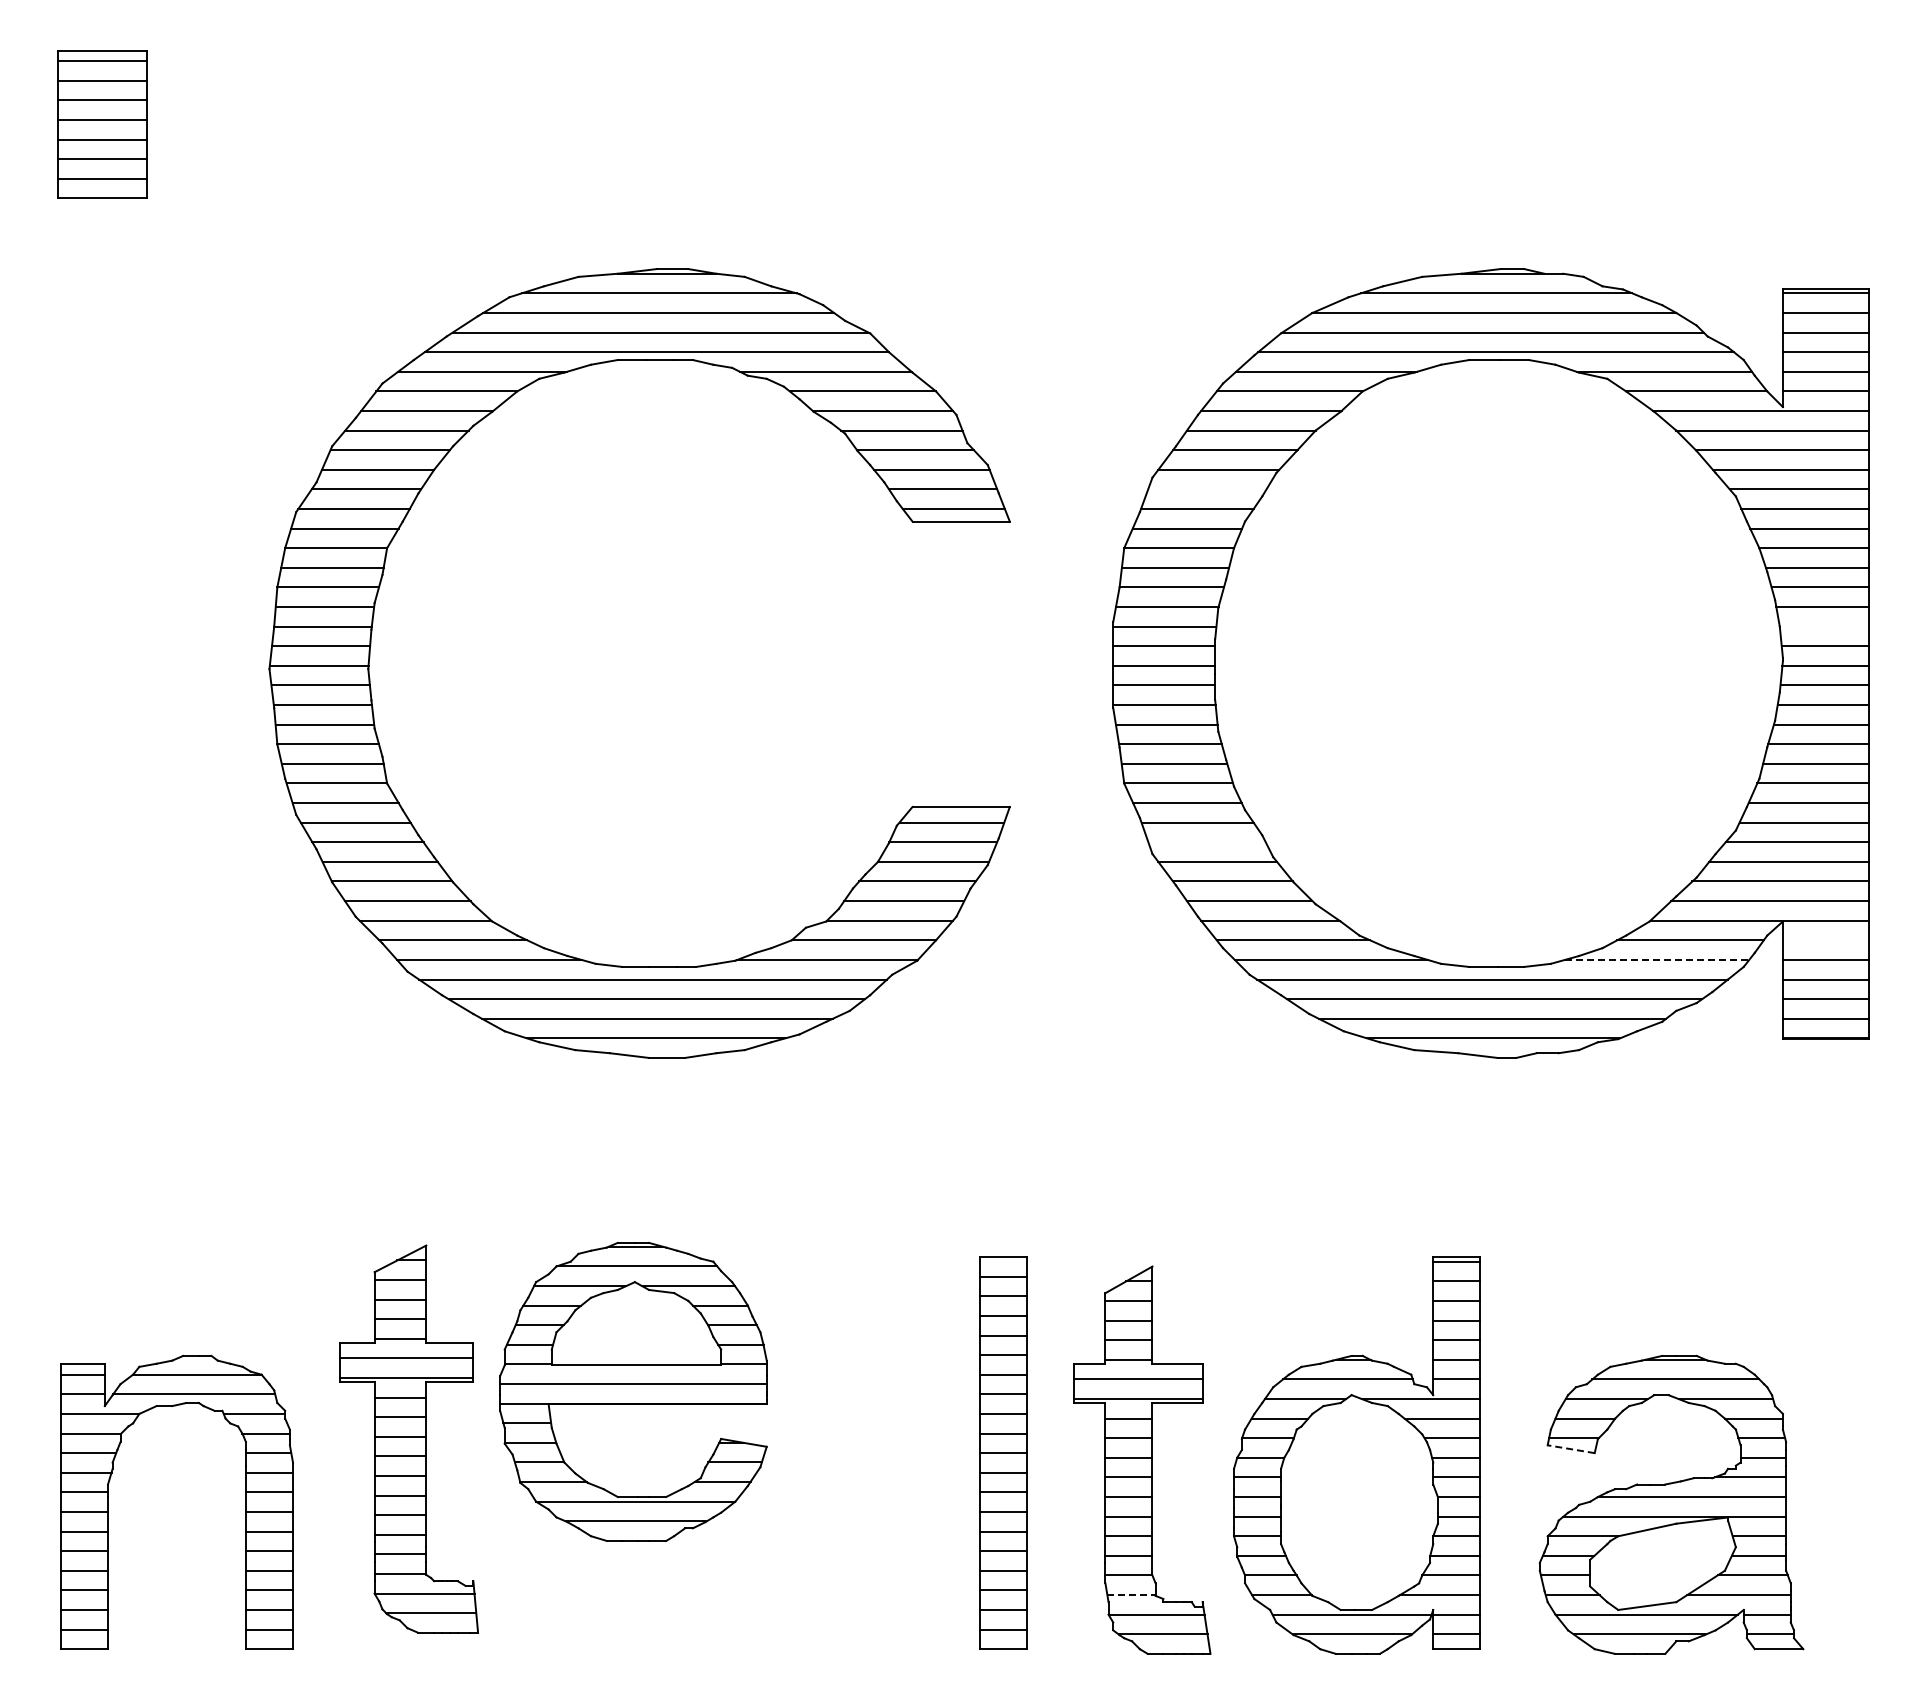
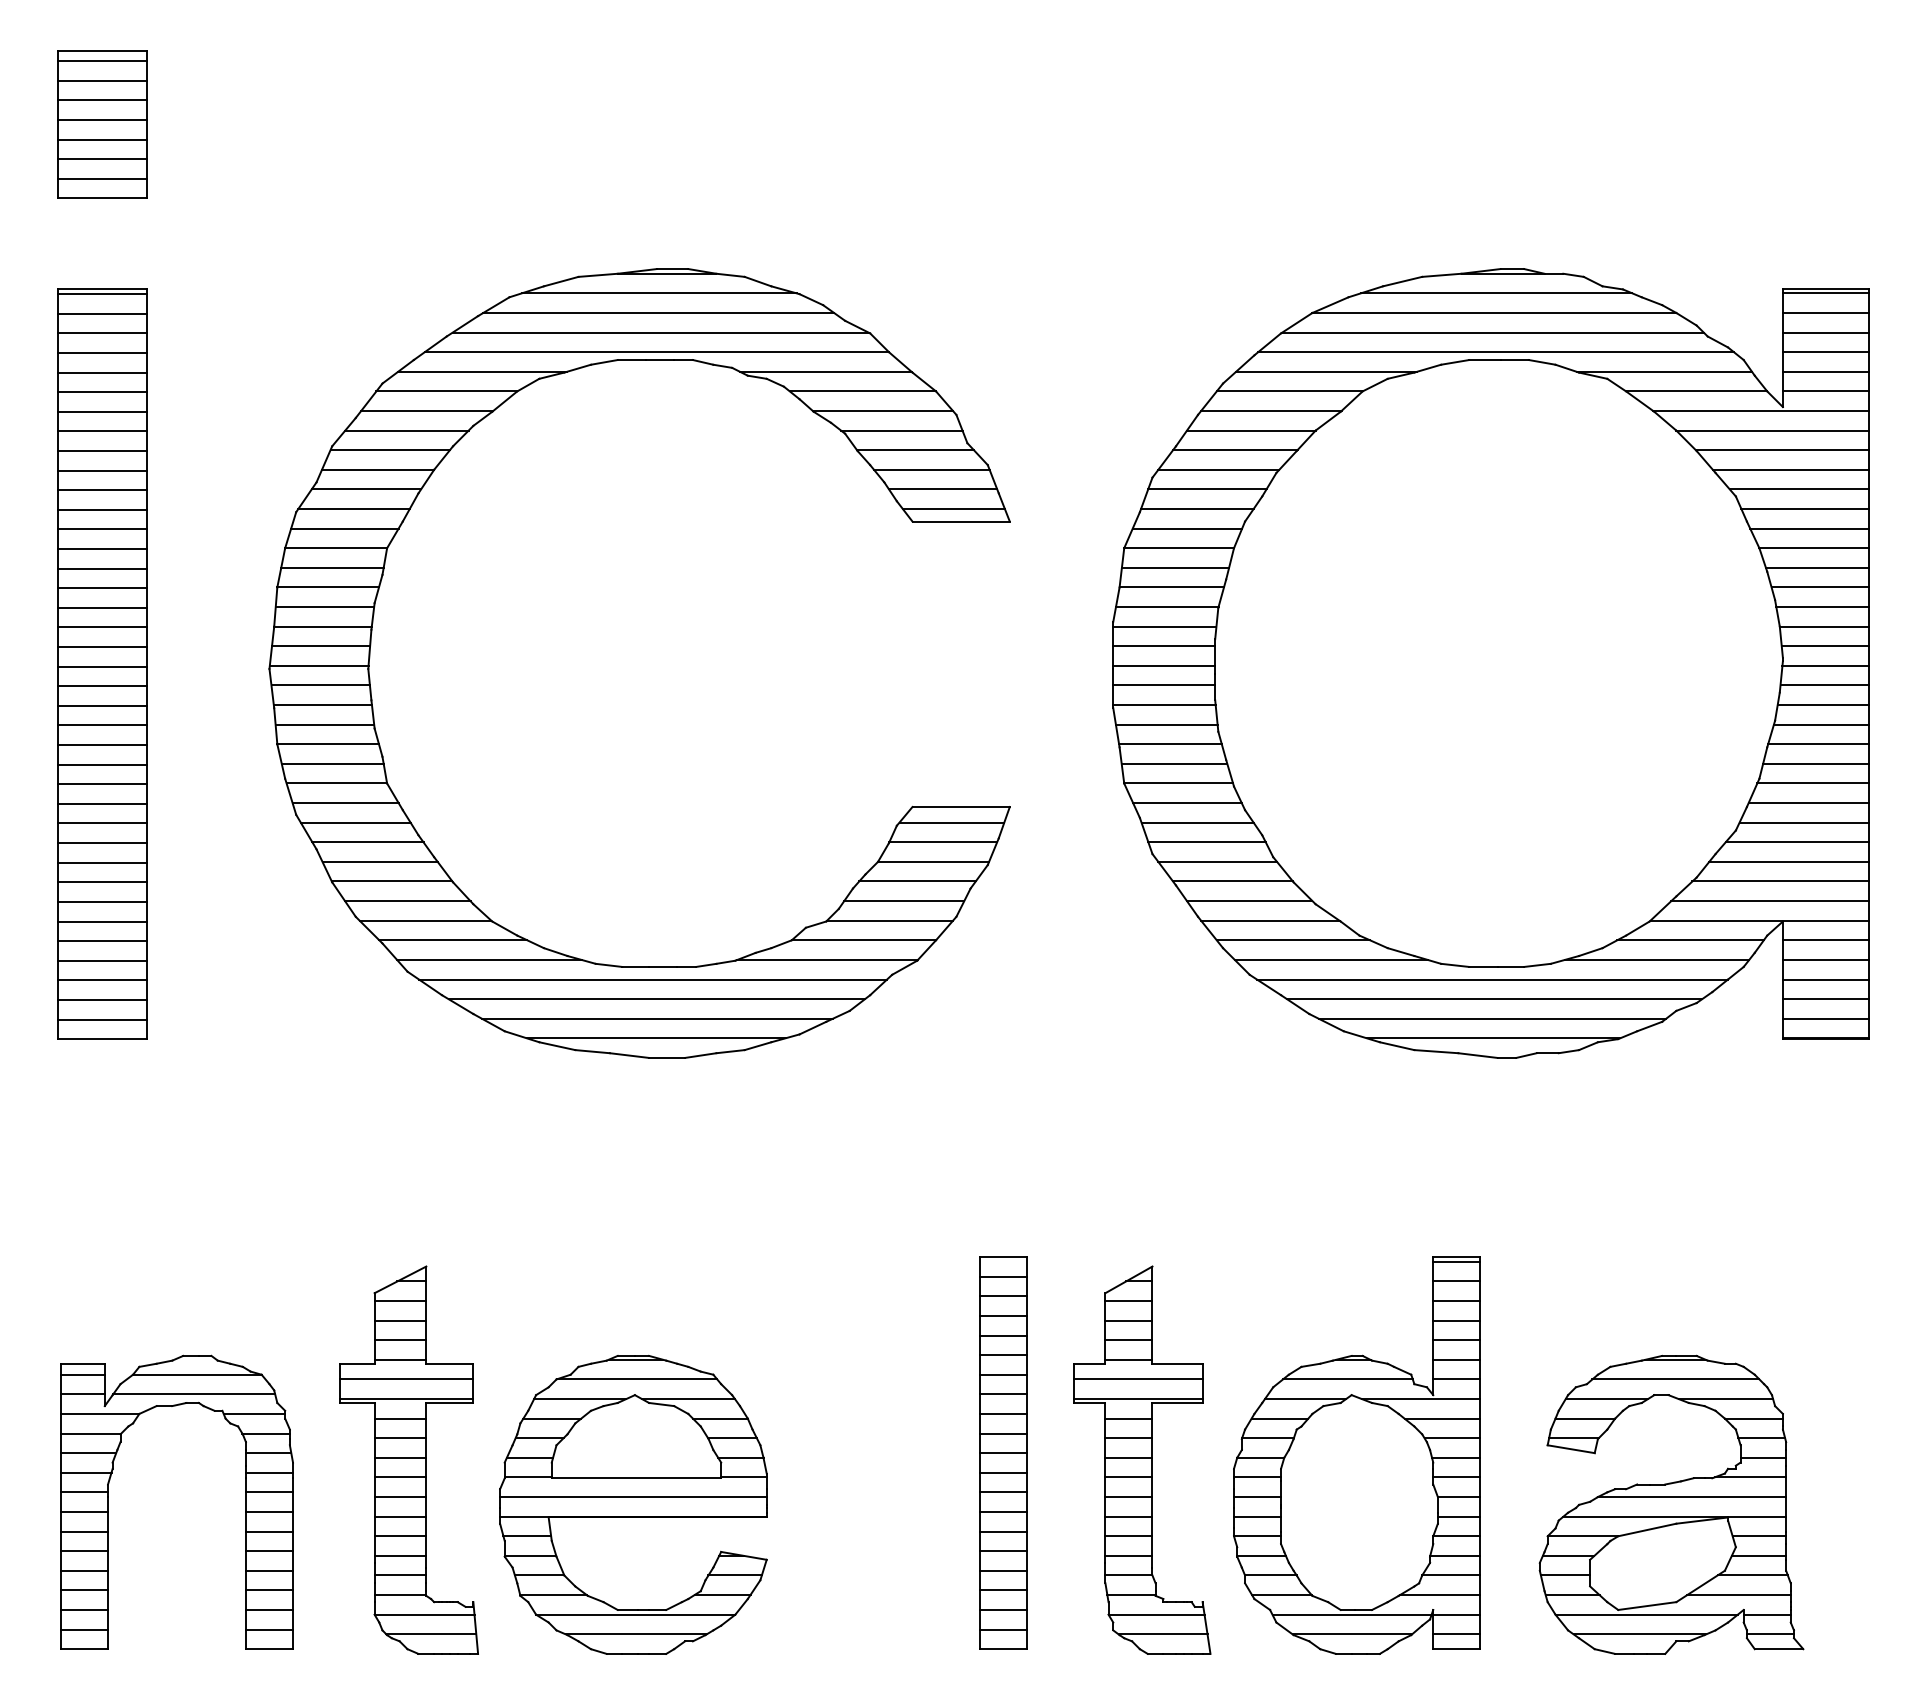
line at (1207, 489): none -> present
line at (1824, 626): none -> present
part at (102, 663): none -> present
line at (1206, 842): none -> present
line at (1825, 940): none -> present
line at (1657, 959): dashed -> solid
part at (633, 1391) position: (633, 1391) -> (633, 1504)
part at (408, 1438) position: (408, 1438) -> (408, 1459)
line at (1571, 1449): dashed -> solid
line at (1131, 1595): dashed -> solid
